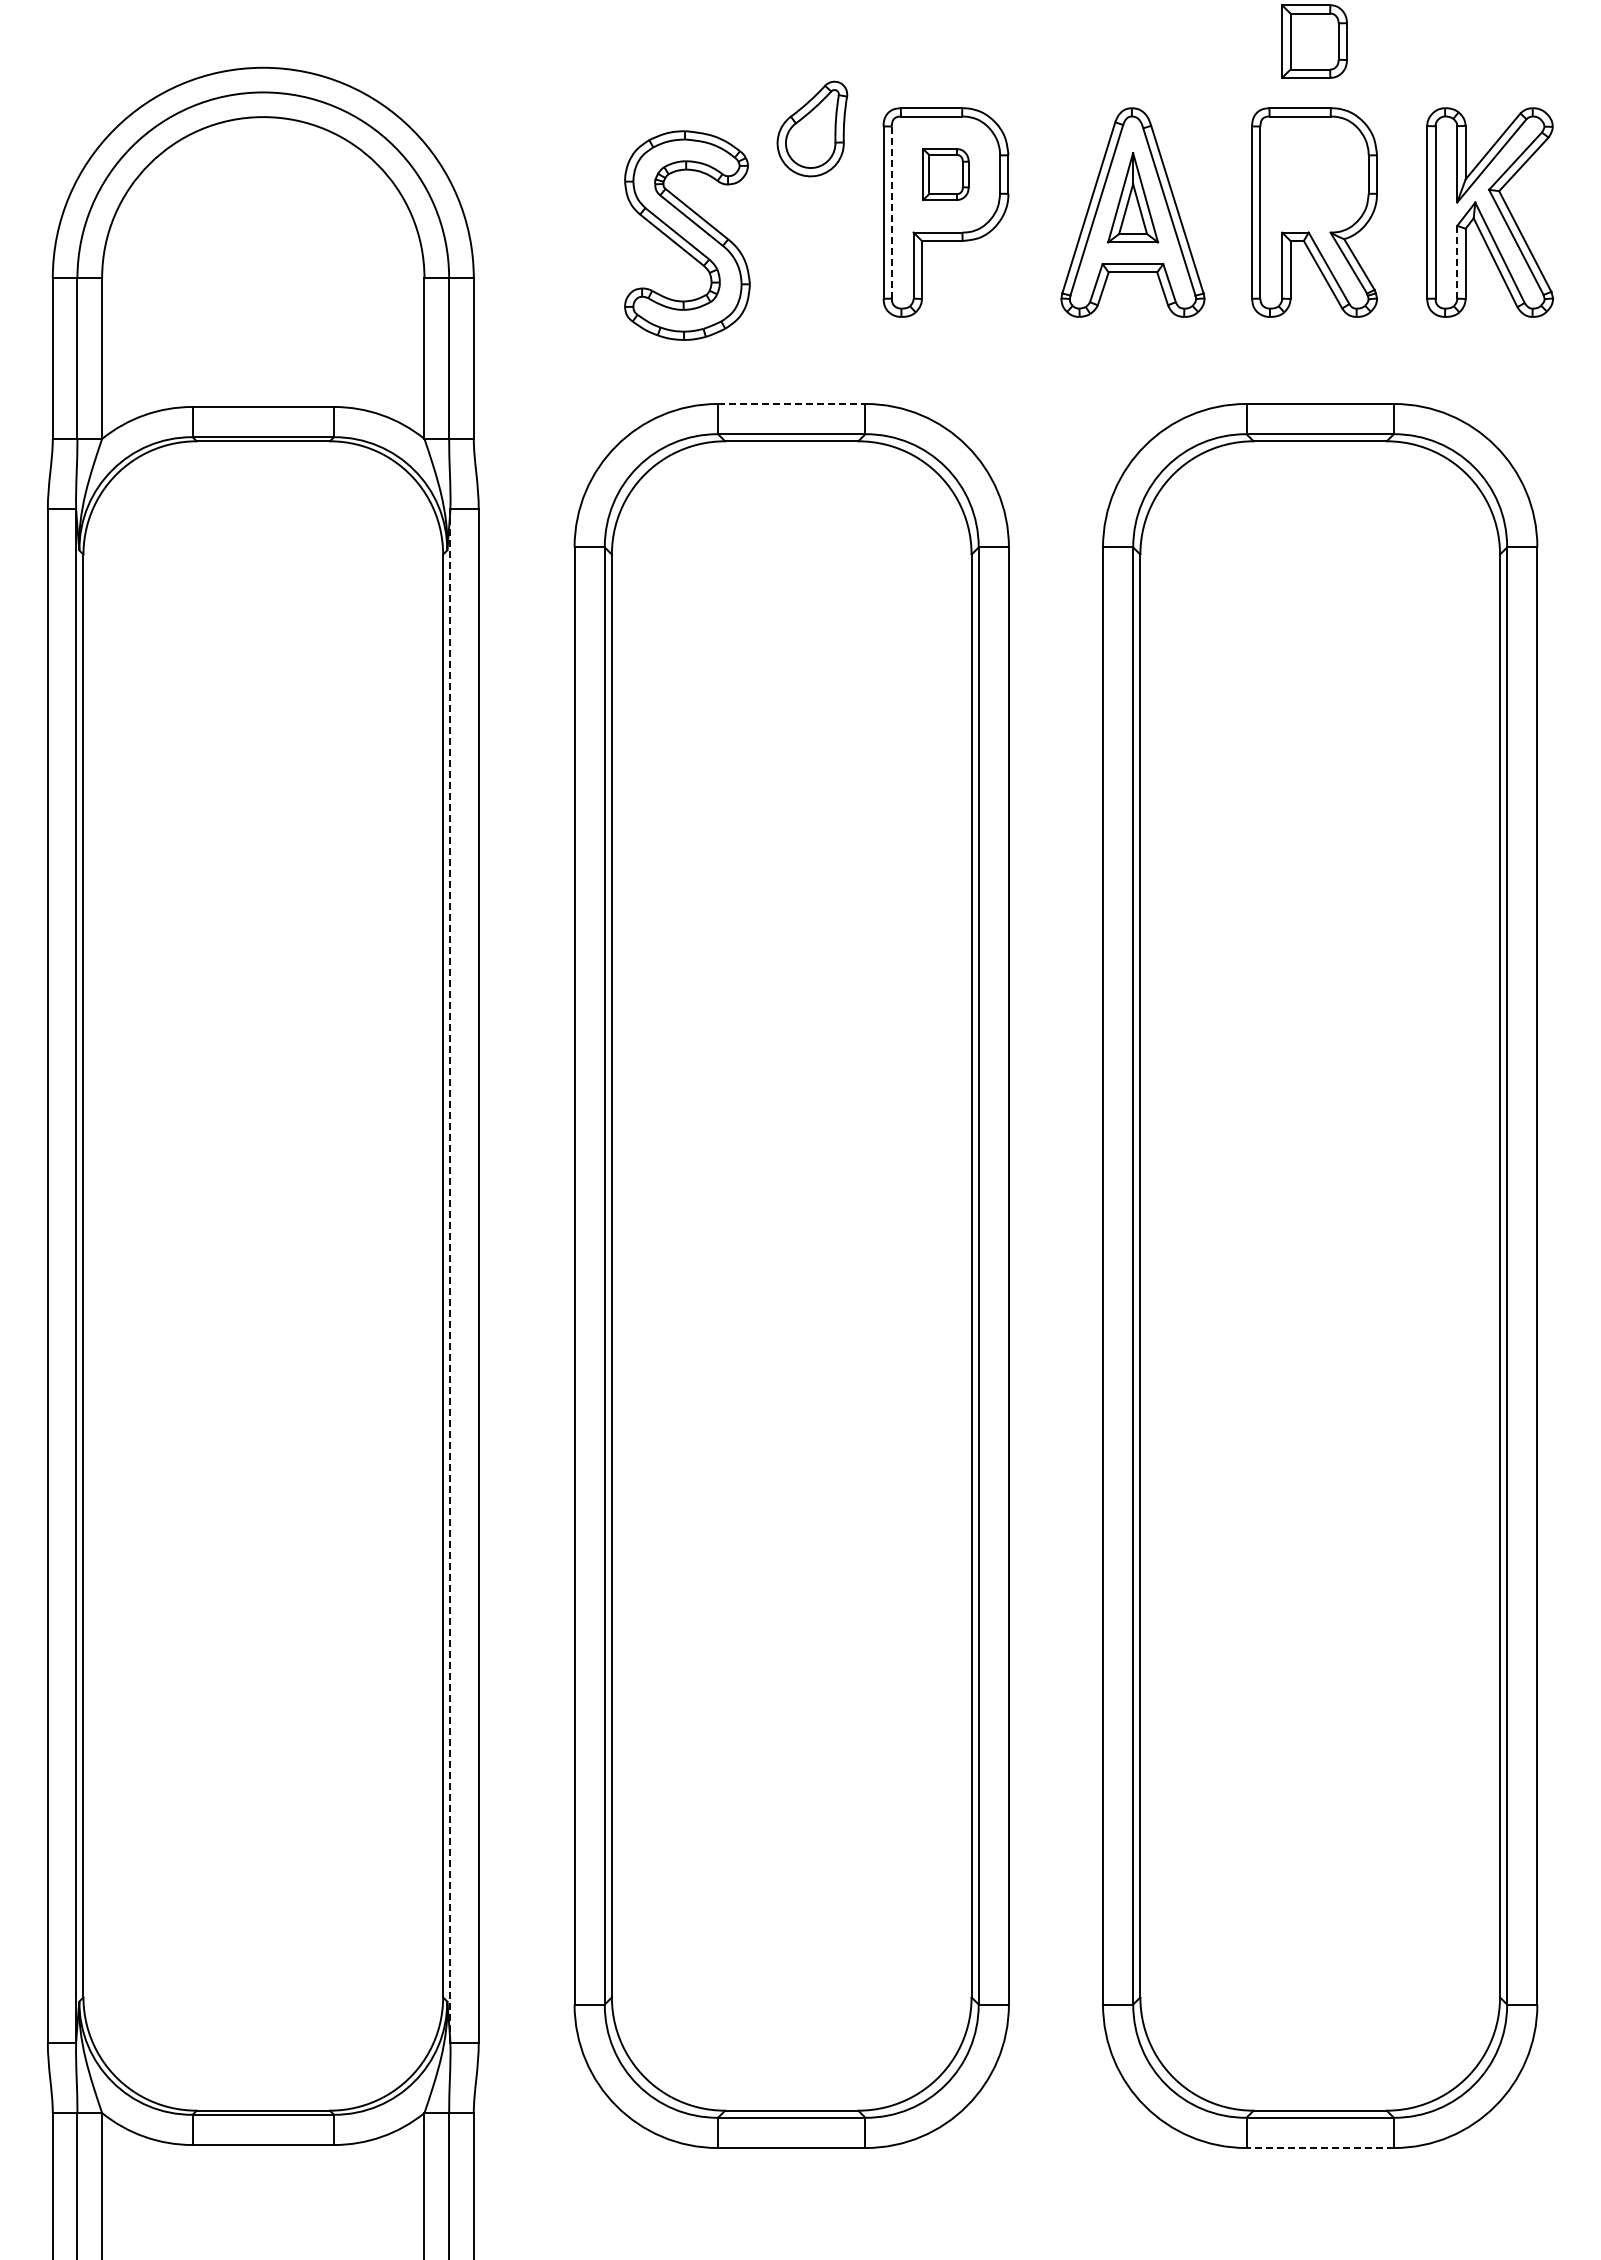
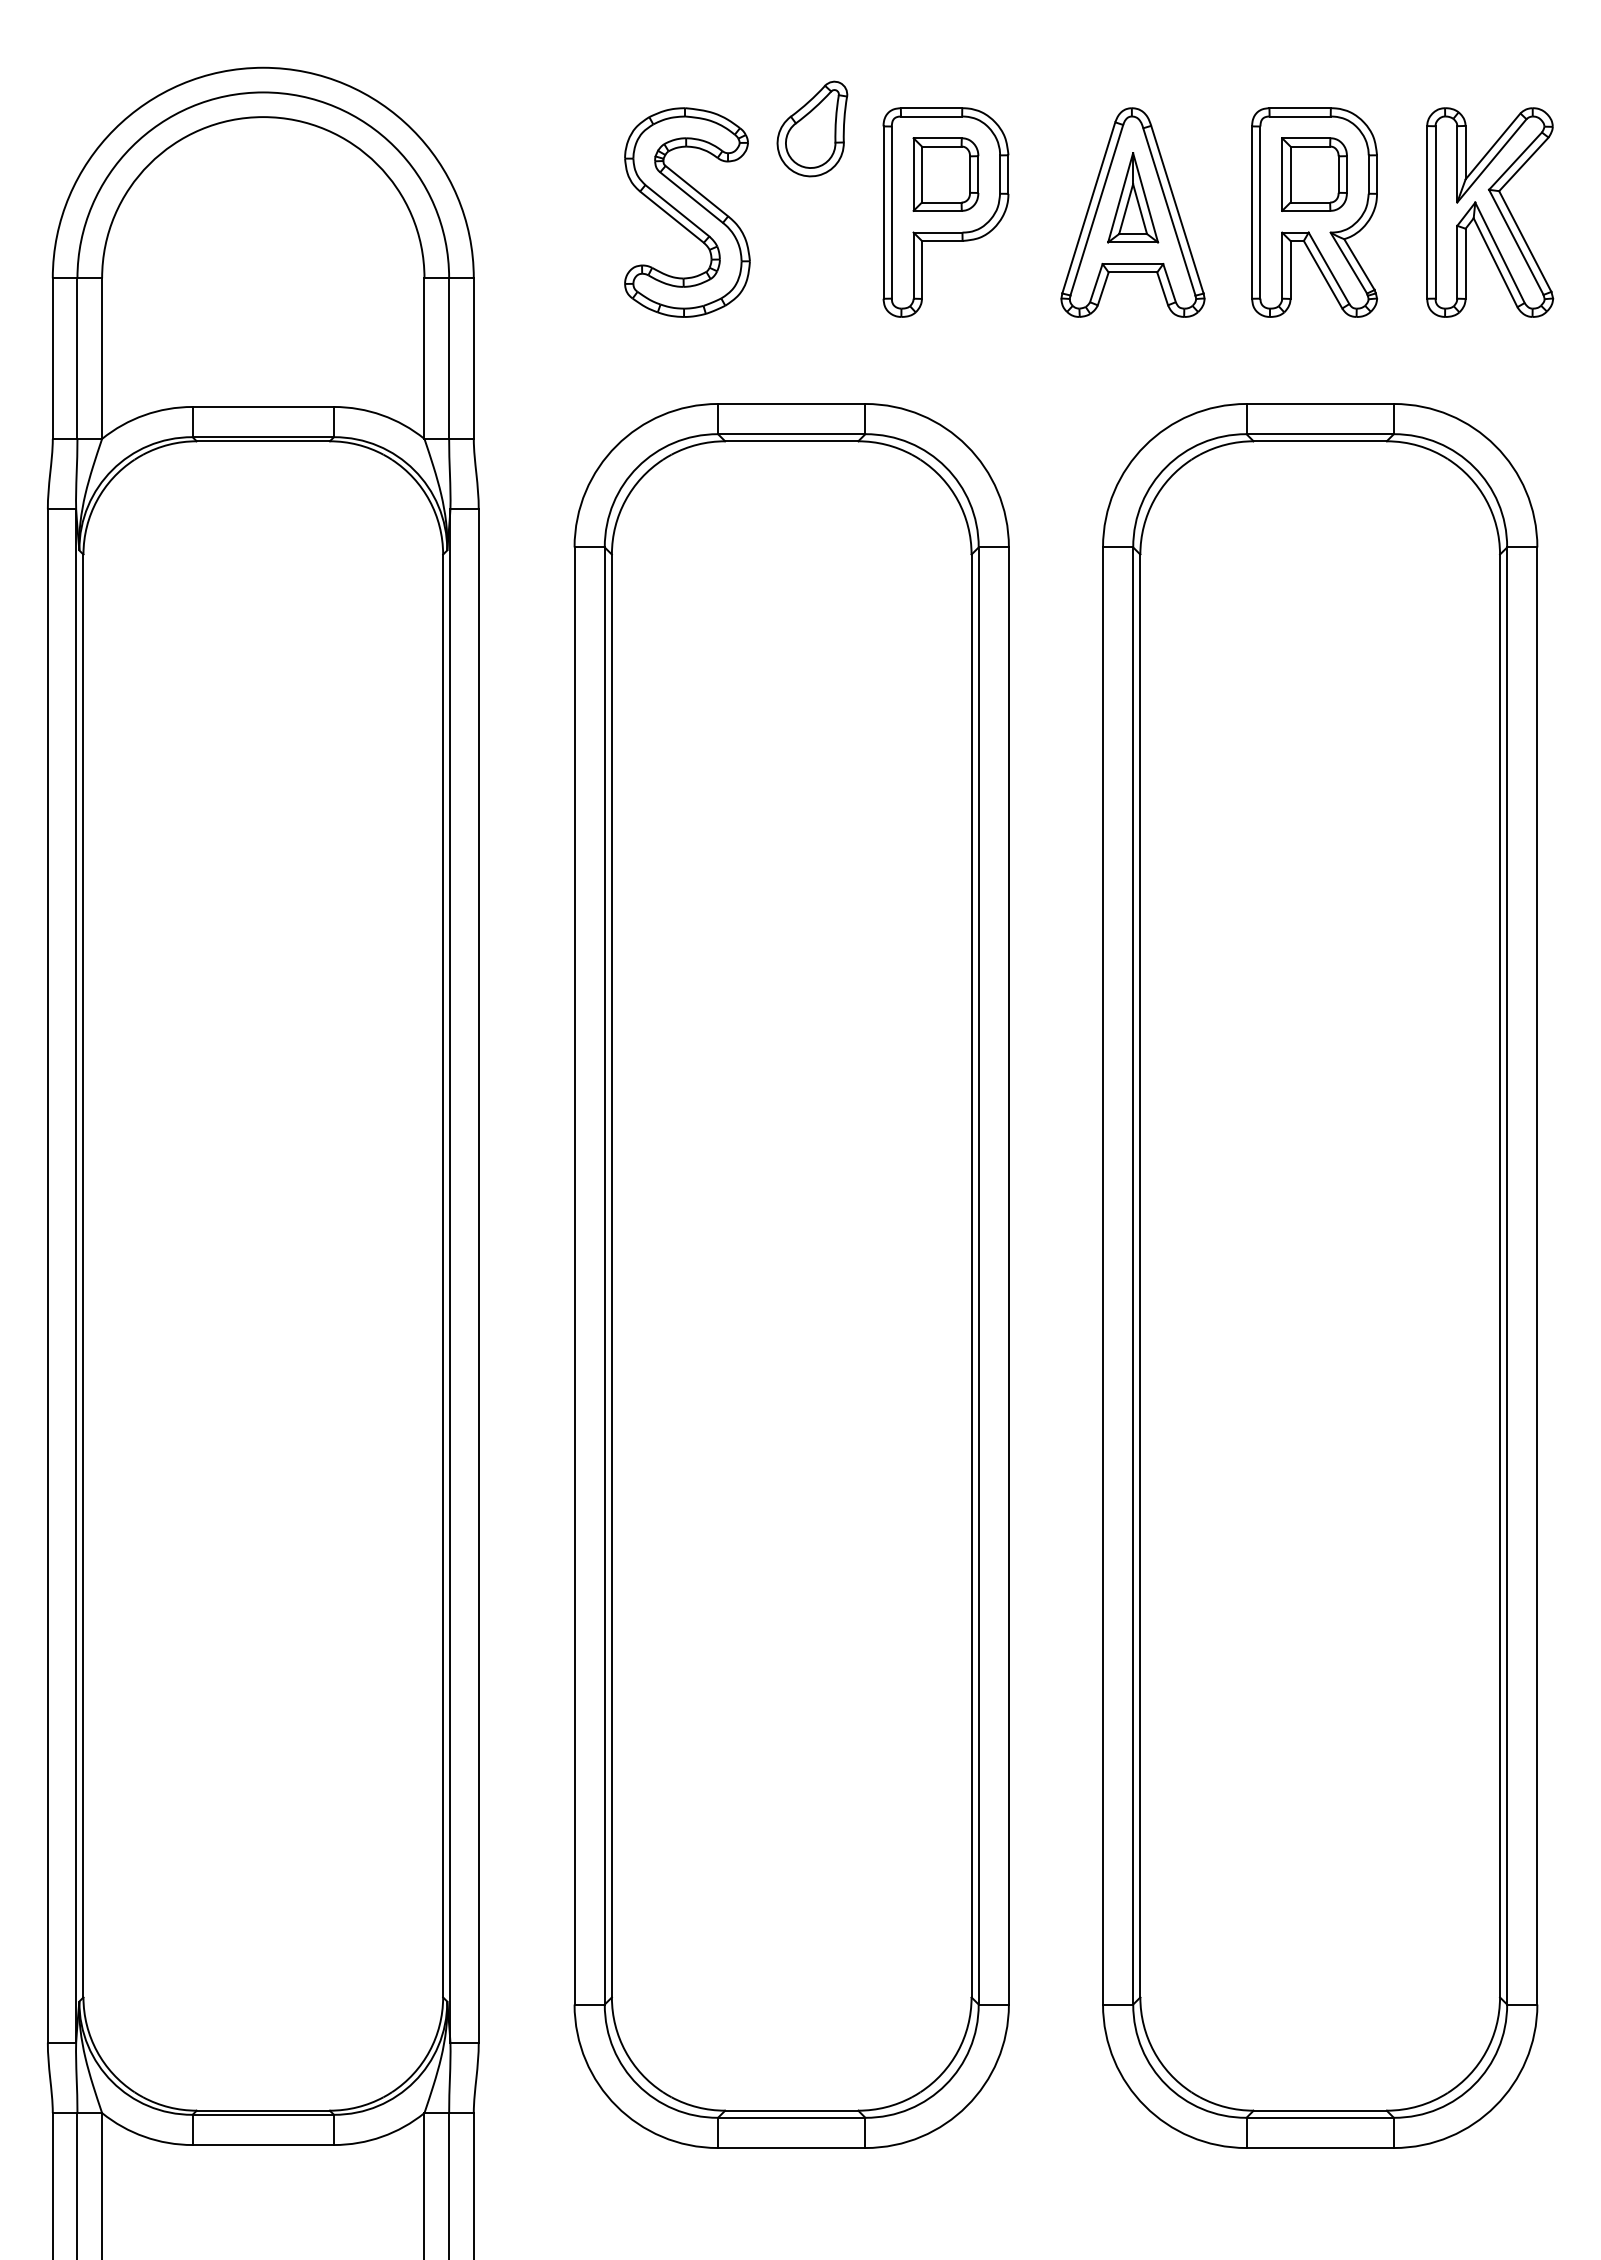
part at (1314, 41) position: (1314, 41) -> (1314, 174)
part at (945, 174) size: 48x53 px -> 68x75 px
line at (891, 212): dashed -> solid
part at (687, 235) position: (687, 235) -> (687, 212)
line at (1457, 262): dashed -> solid
line at (791, 403): dashed -> solid
line at (450, 1276): dashed -> solid
line at (1320, 2148): dashed -> solid
